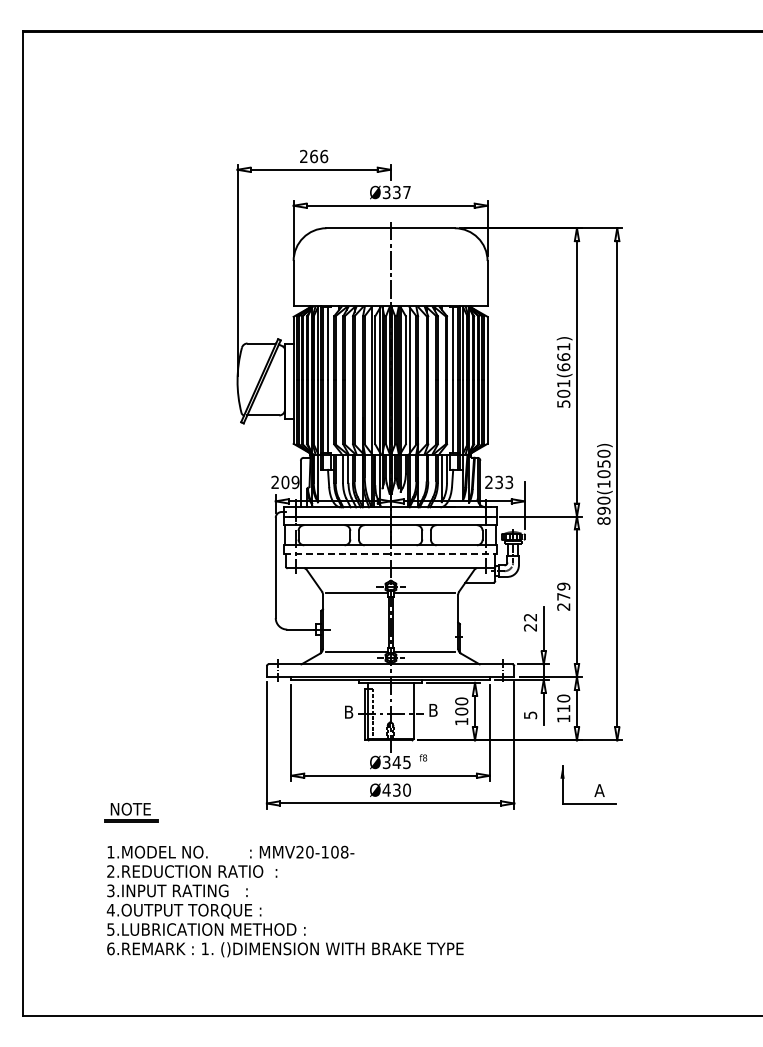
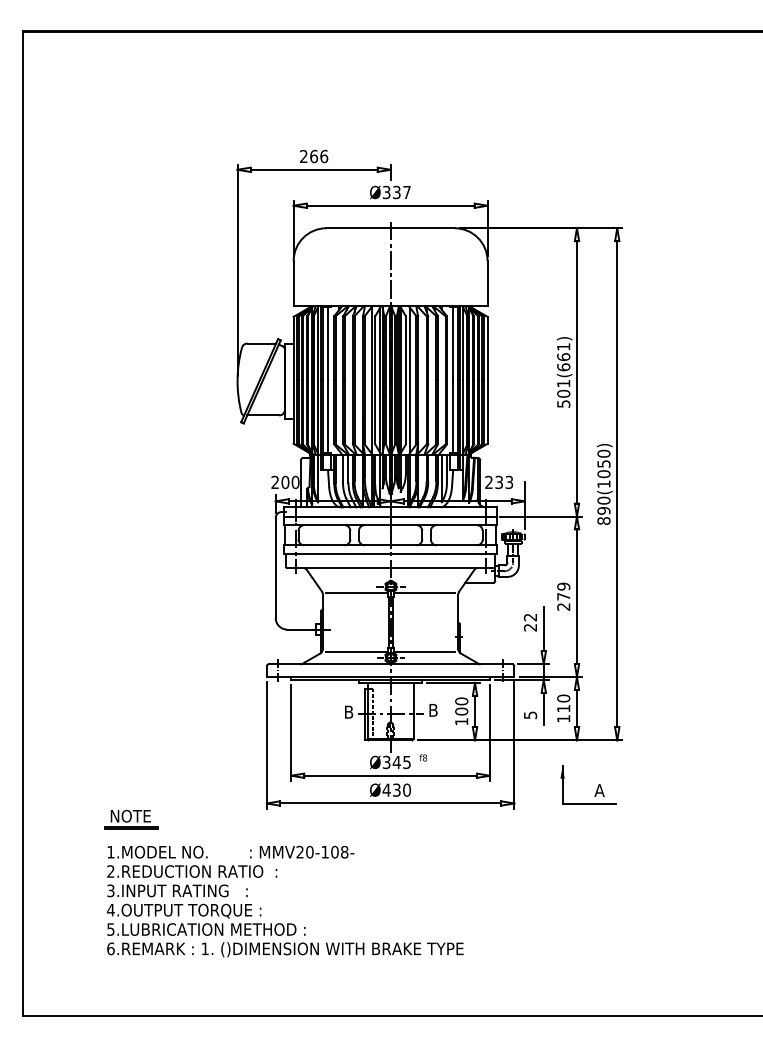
text at (295, 482): 209 -> 200
line at (391, 553): dashed -> solid
part at (131, 812) position: (131, 812) -> (131, 819)
